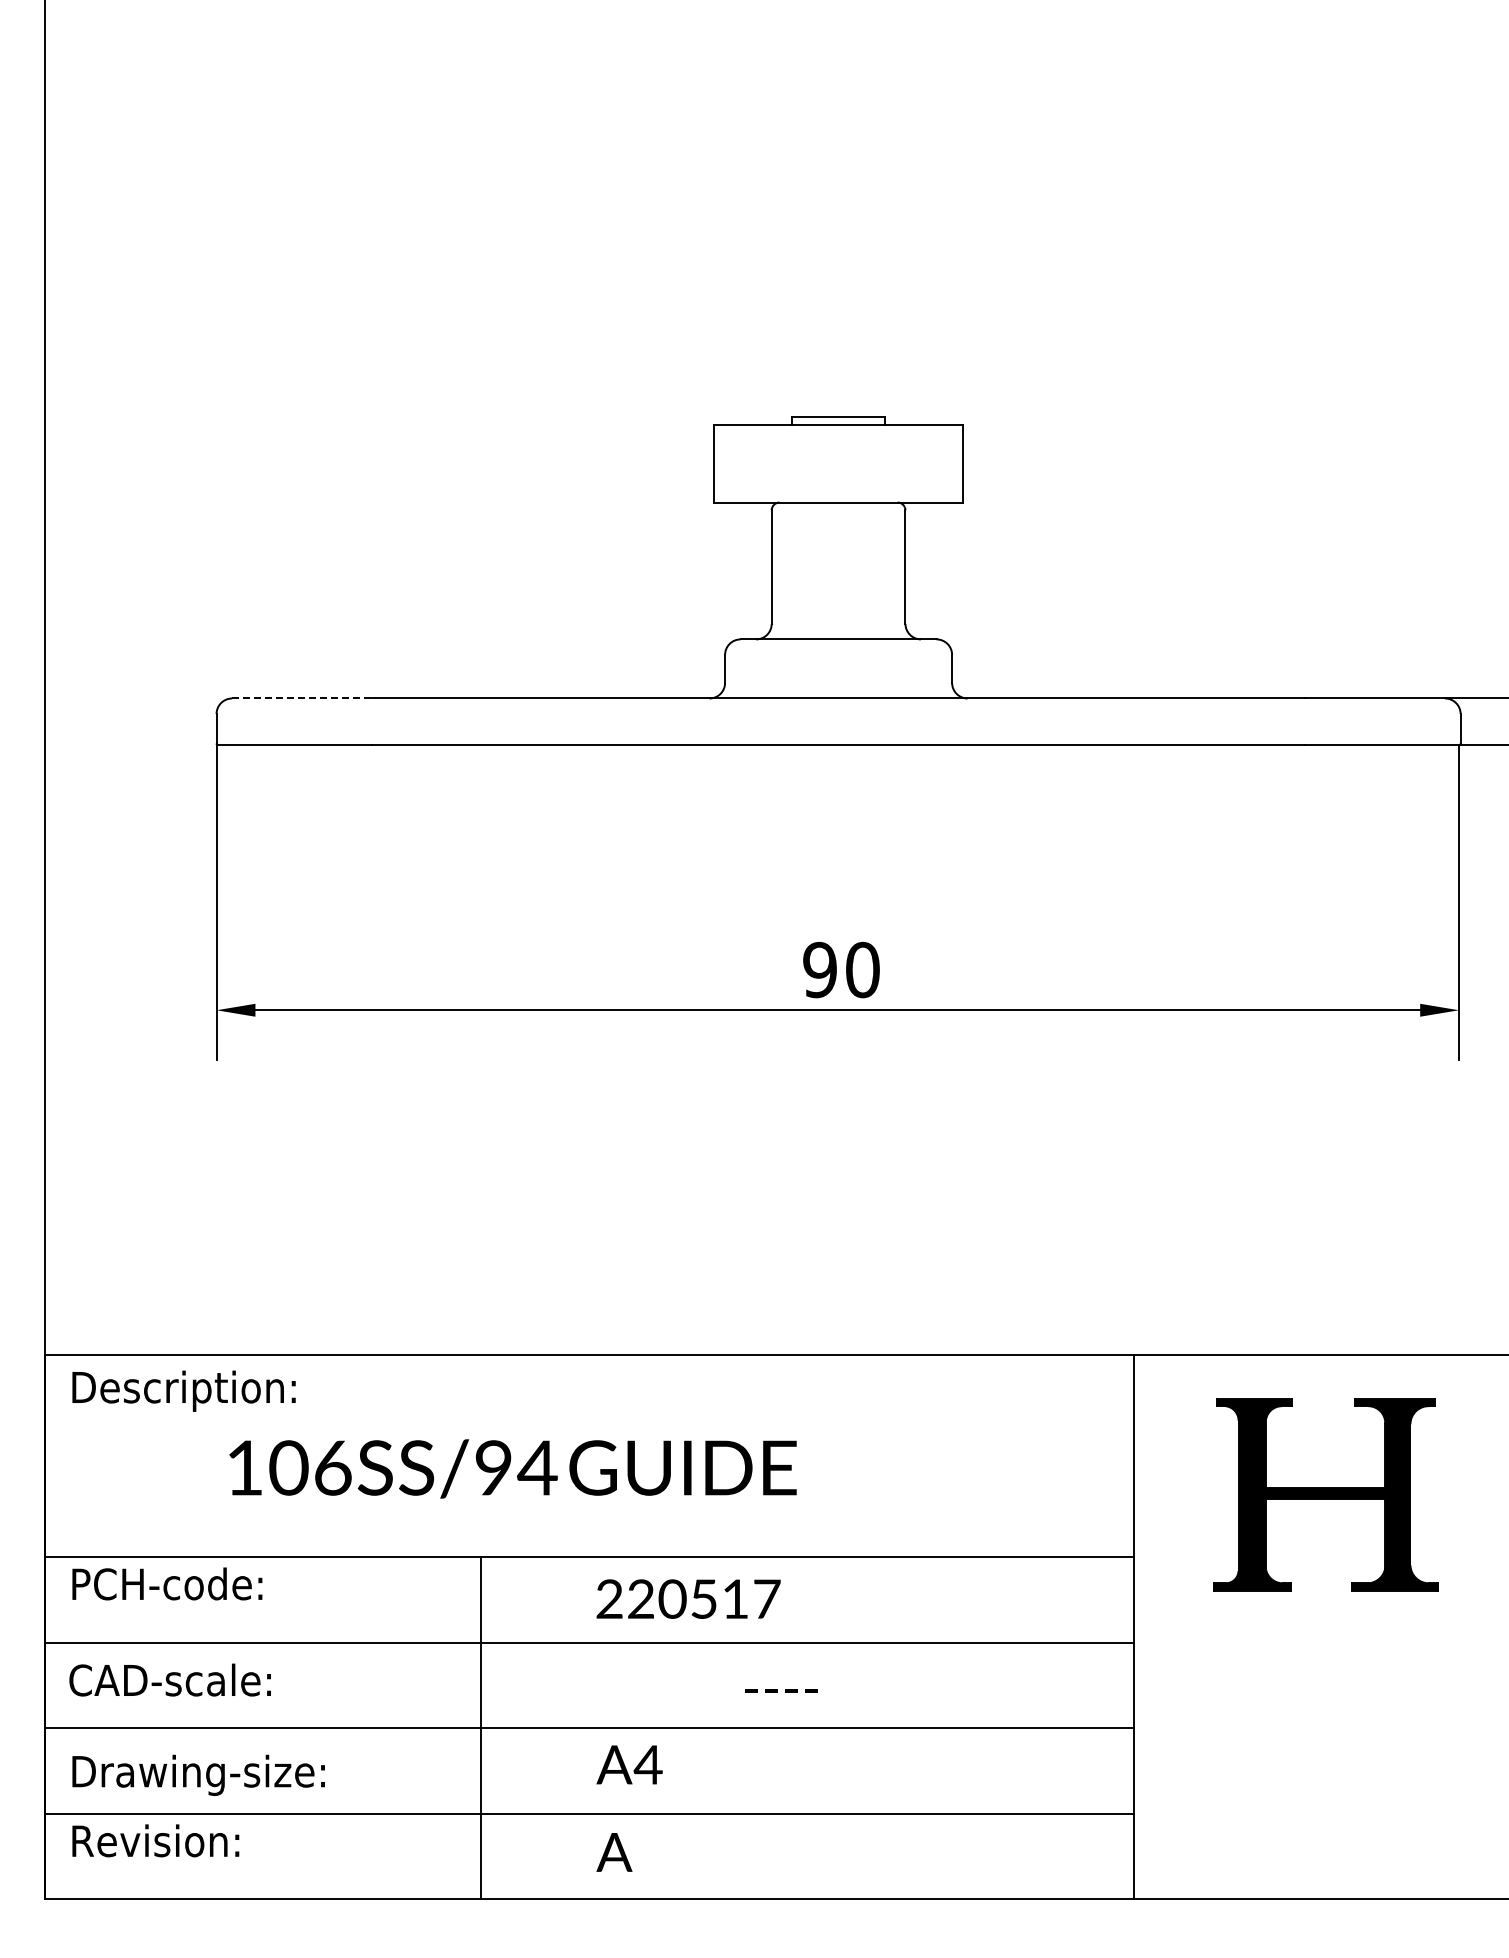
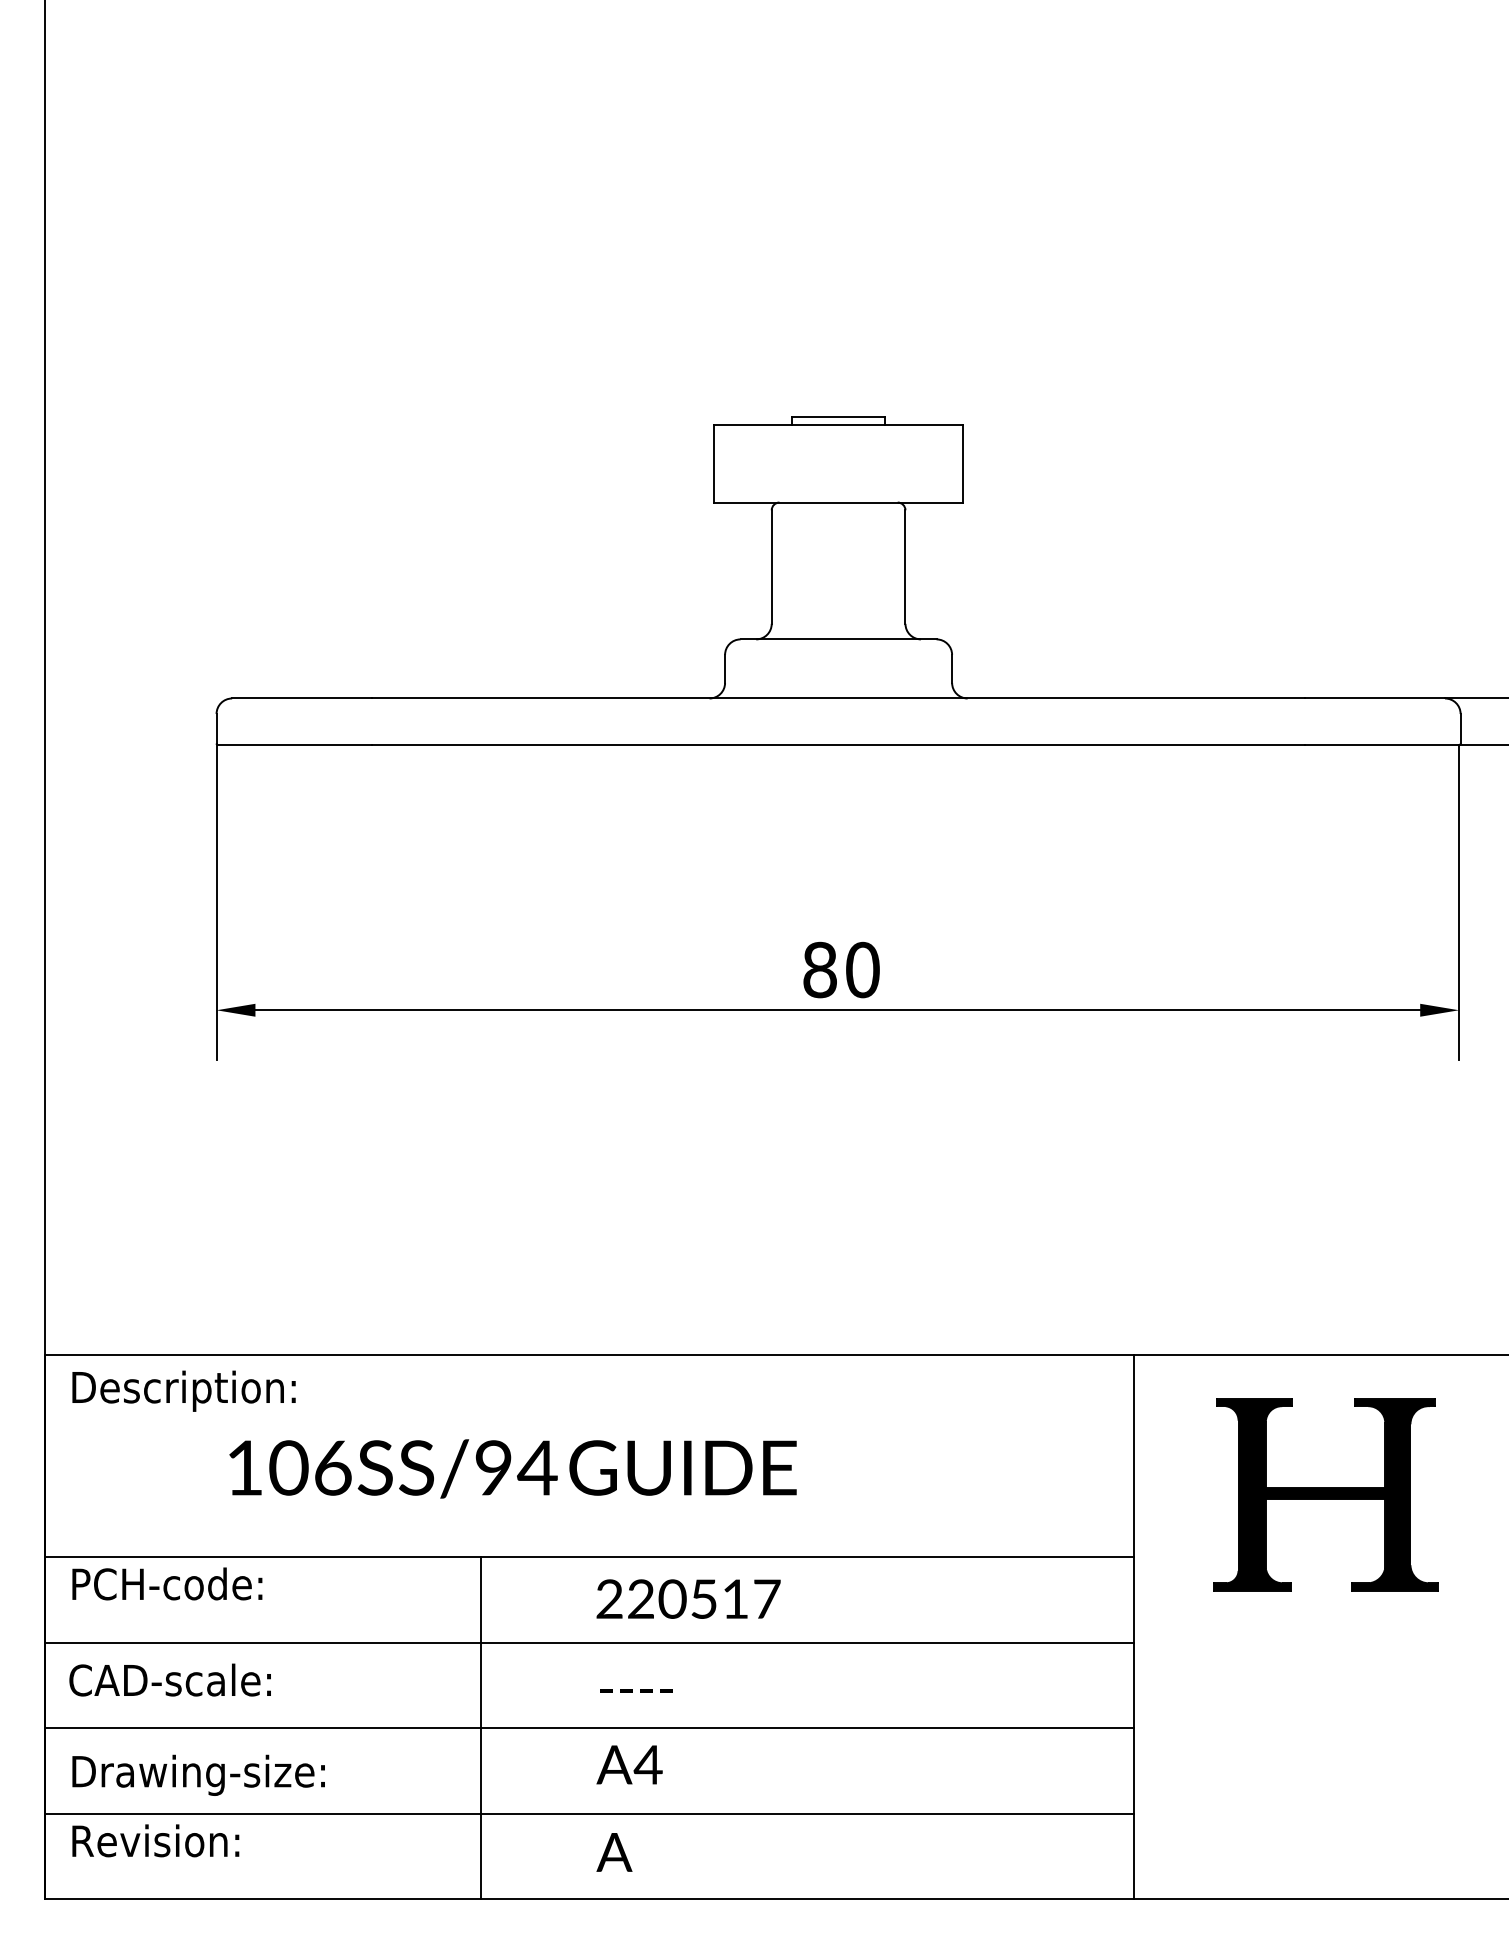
line at (302, 698): dashed -> solid
text at (819, 970): 90 -> 80
text at (781, 1690) position: (781, 1690) -> (636, 1690)
